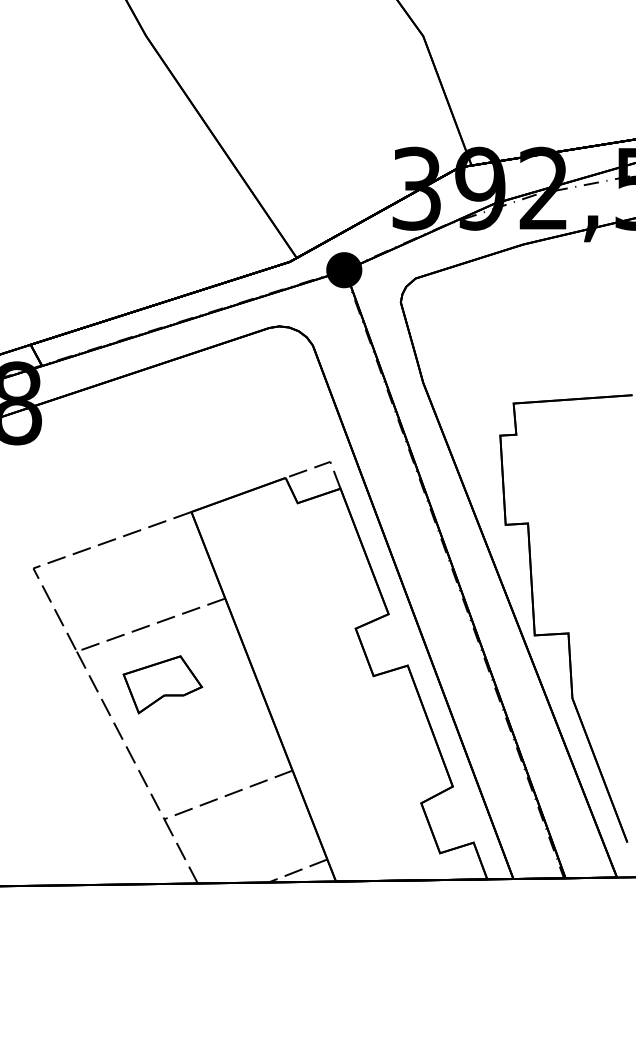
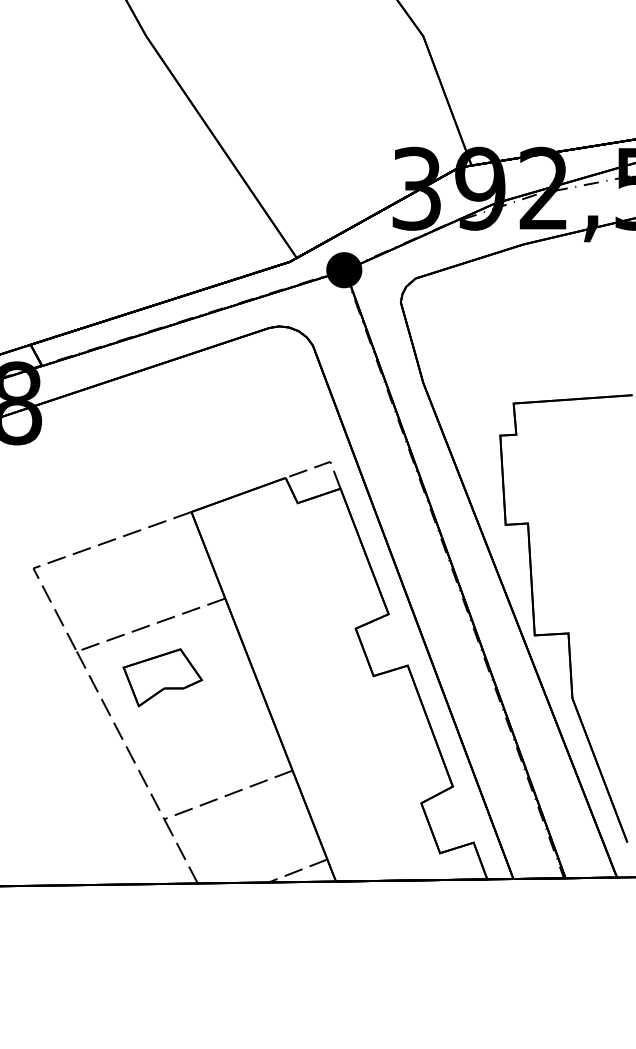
part at (162, 684) position: (162, 684) -> (162, 677)
